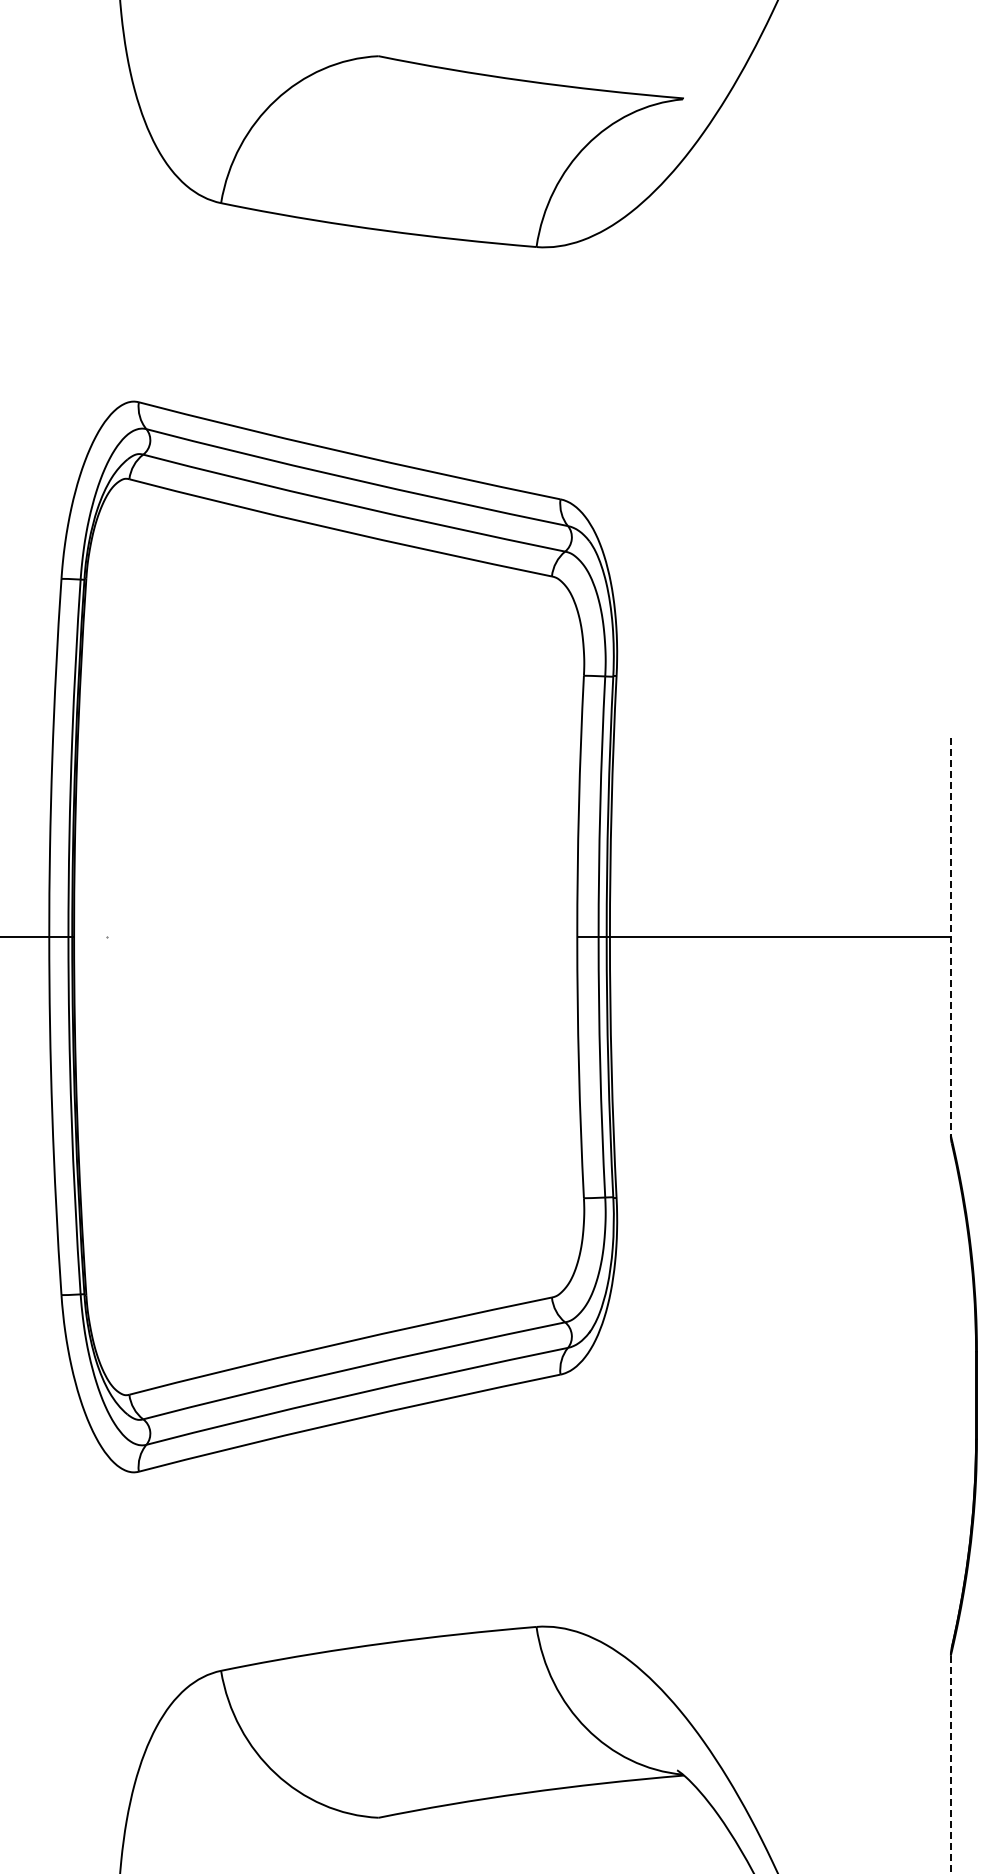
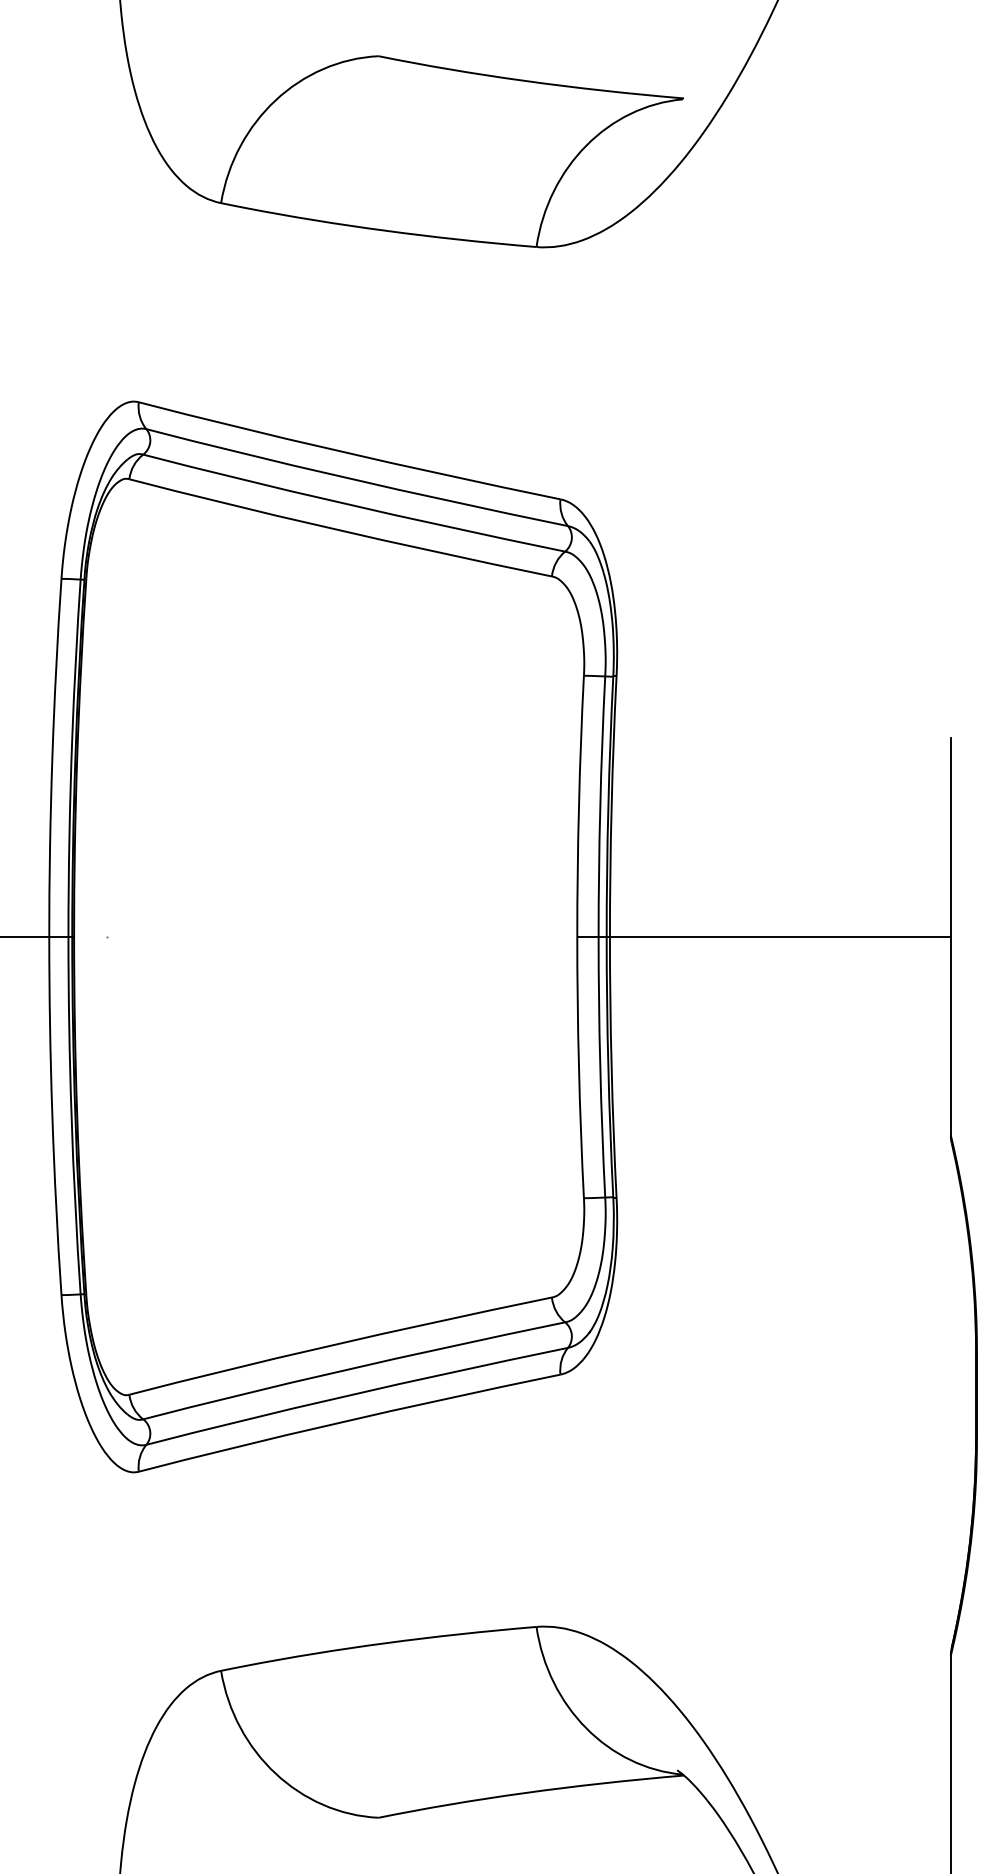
line at (950, 937): dashed -> solid
line at (950, 1765): dashed -> solid
